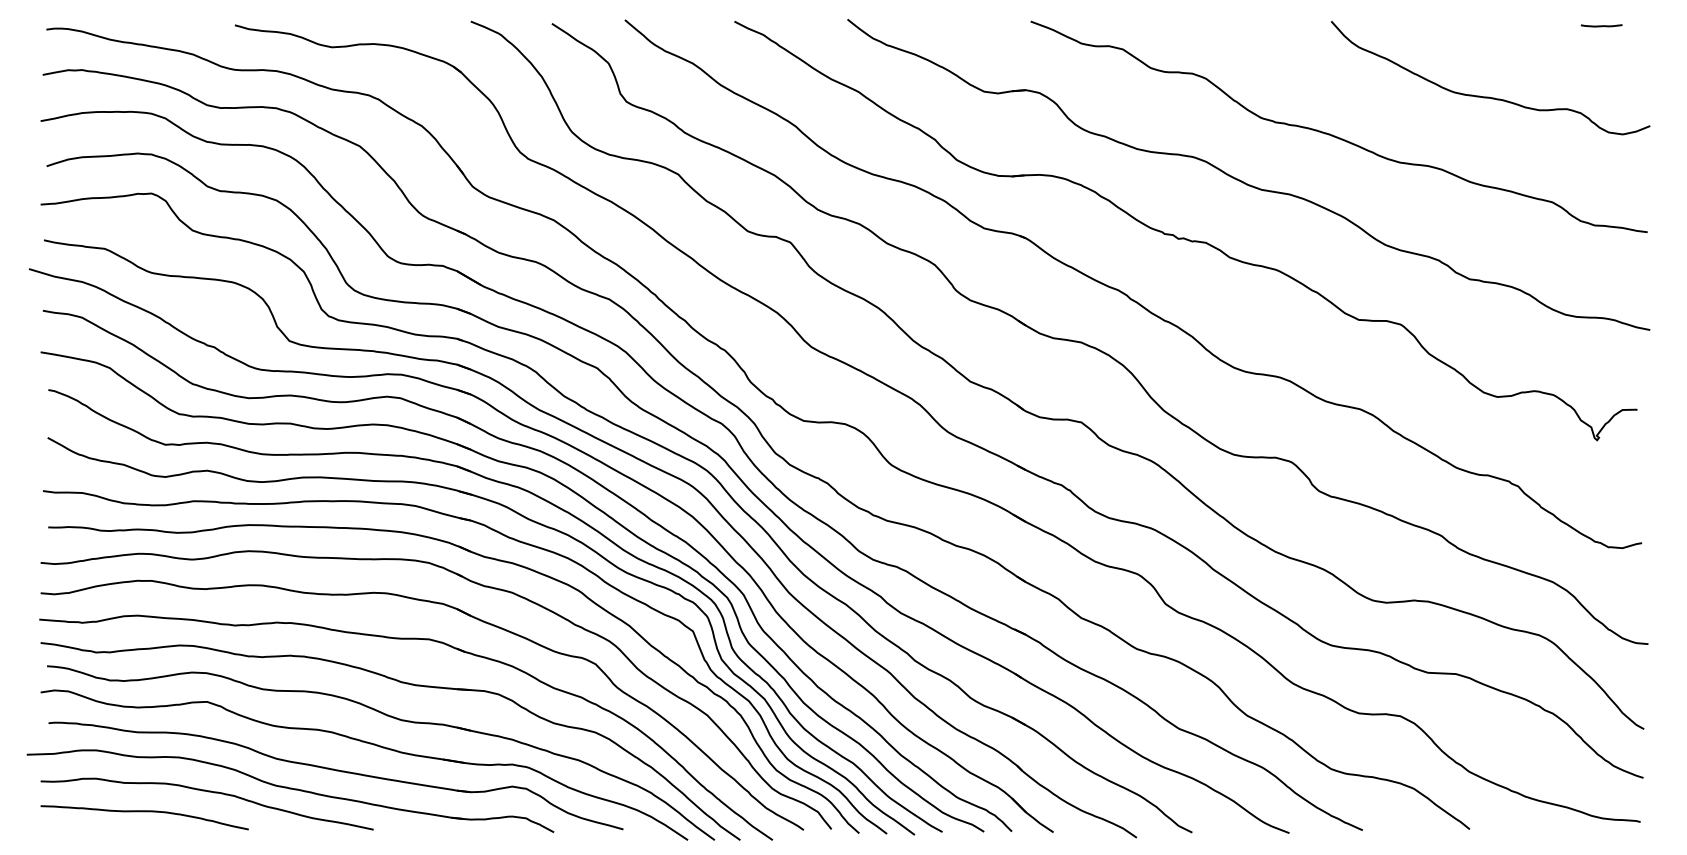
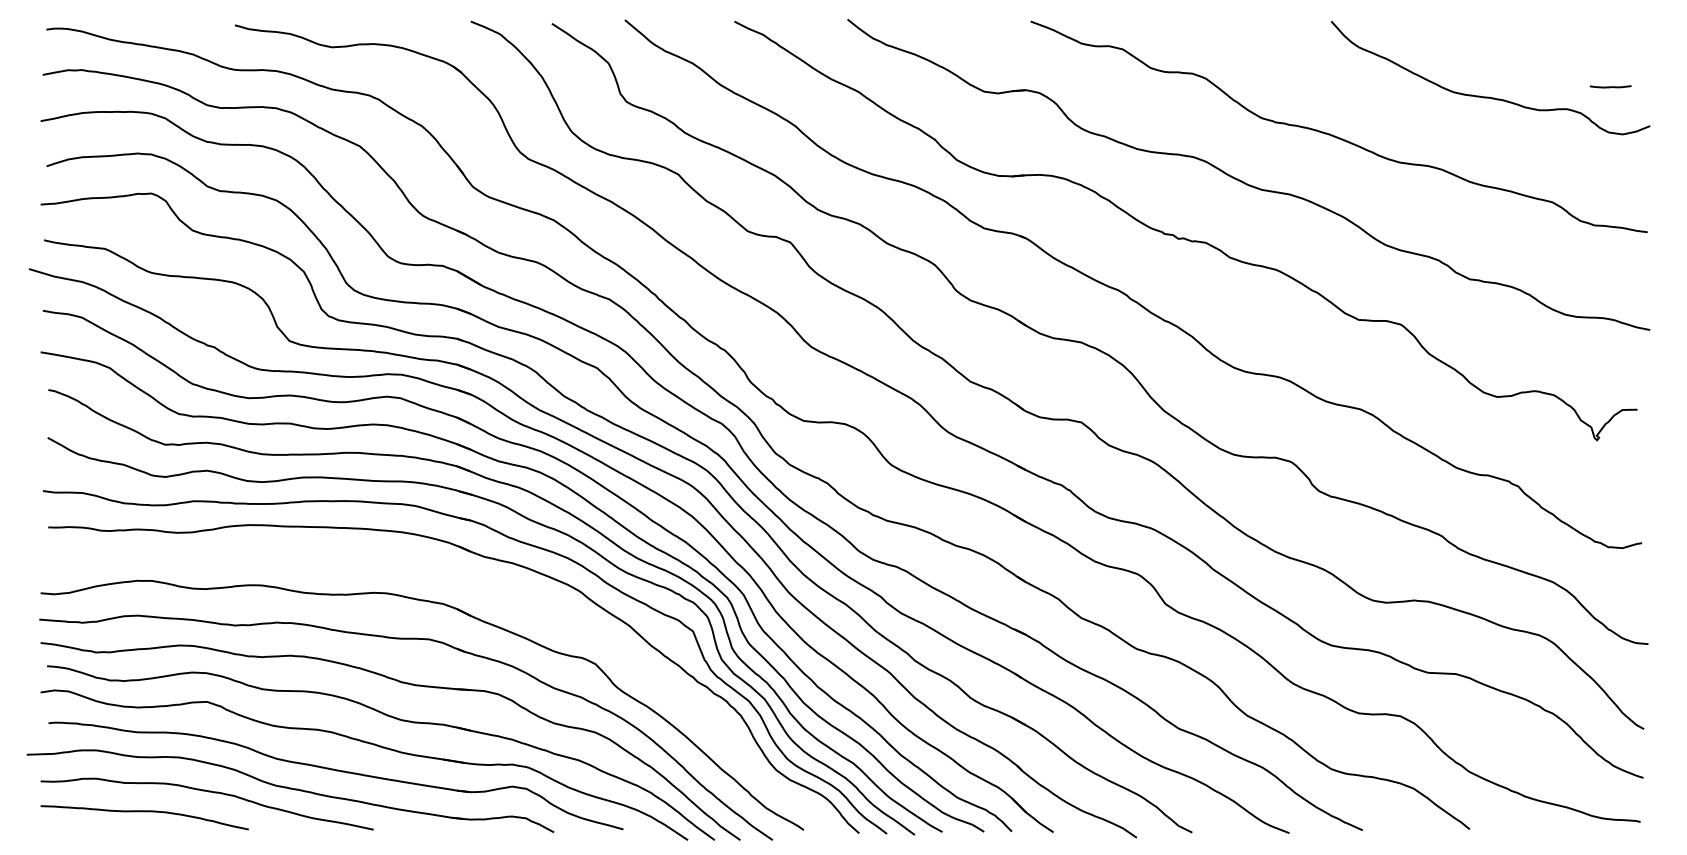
line at (1601, 25) position: (1601, 25) -> (1610, 86)
part at (476, 584): present -> none
